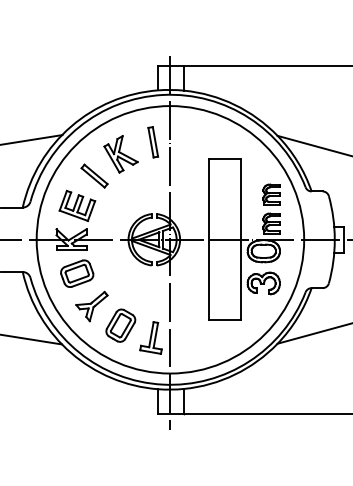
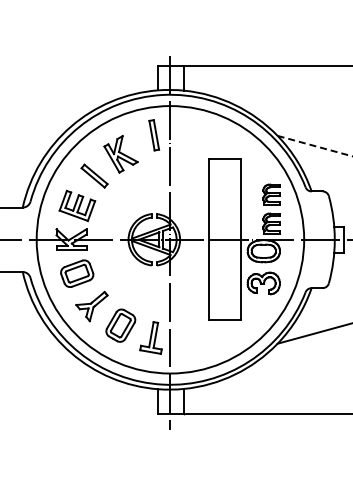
line at (32, 139): present -> none
part at (153, 142) position: (153, 142) -> (154, 135)
line at (315, 146): solid -> dashed
line at (32, 339): present -> none
